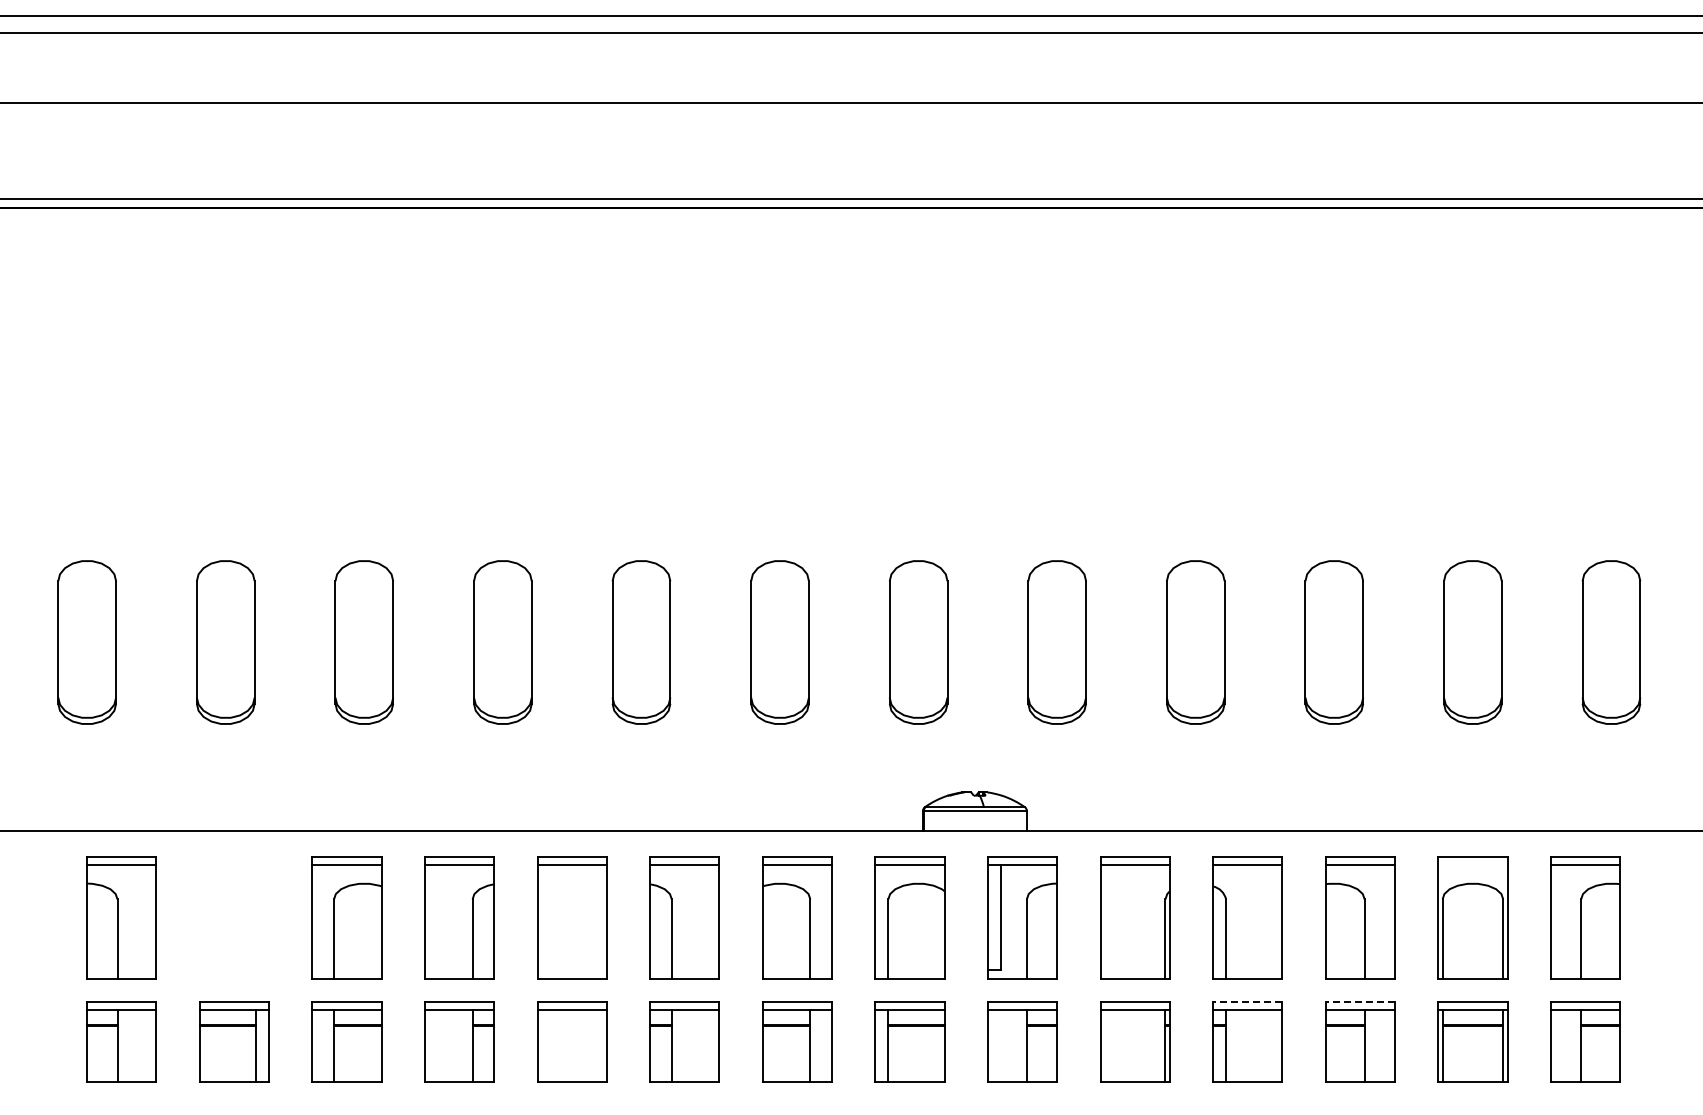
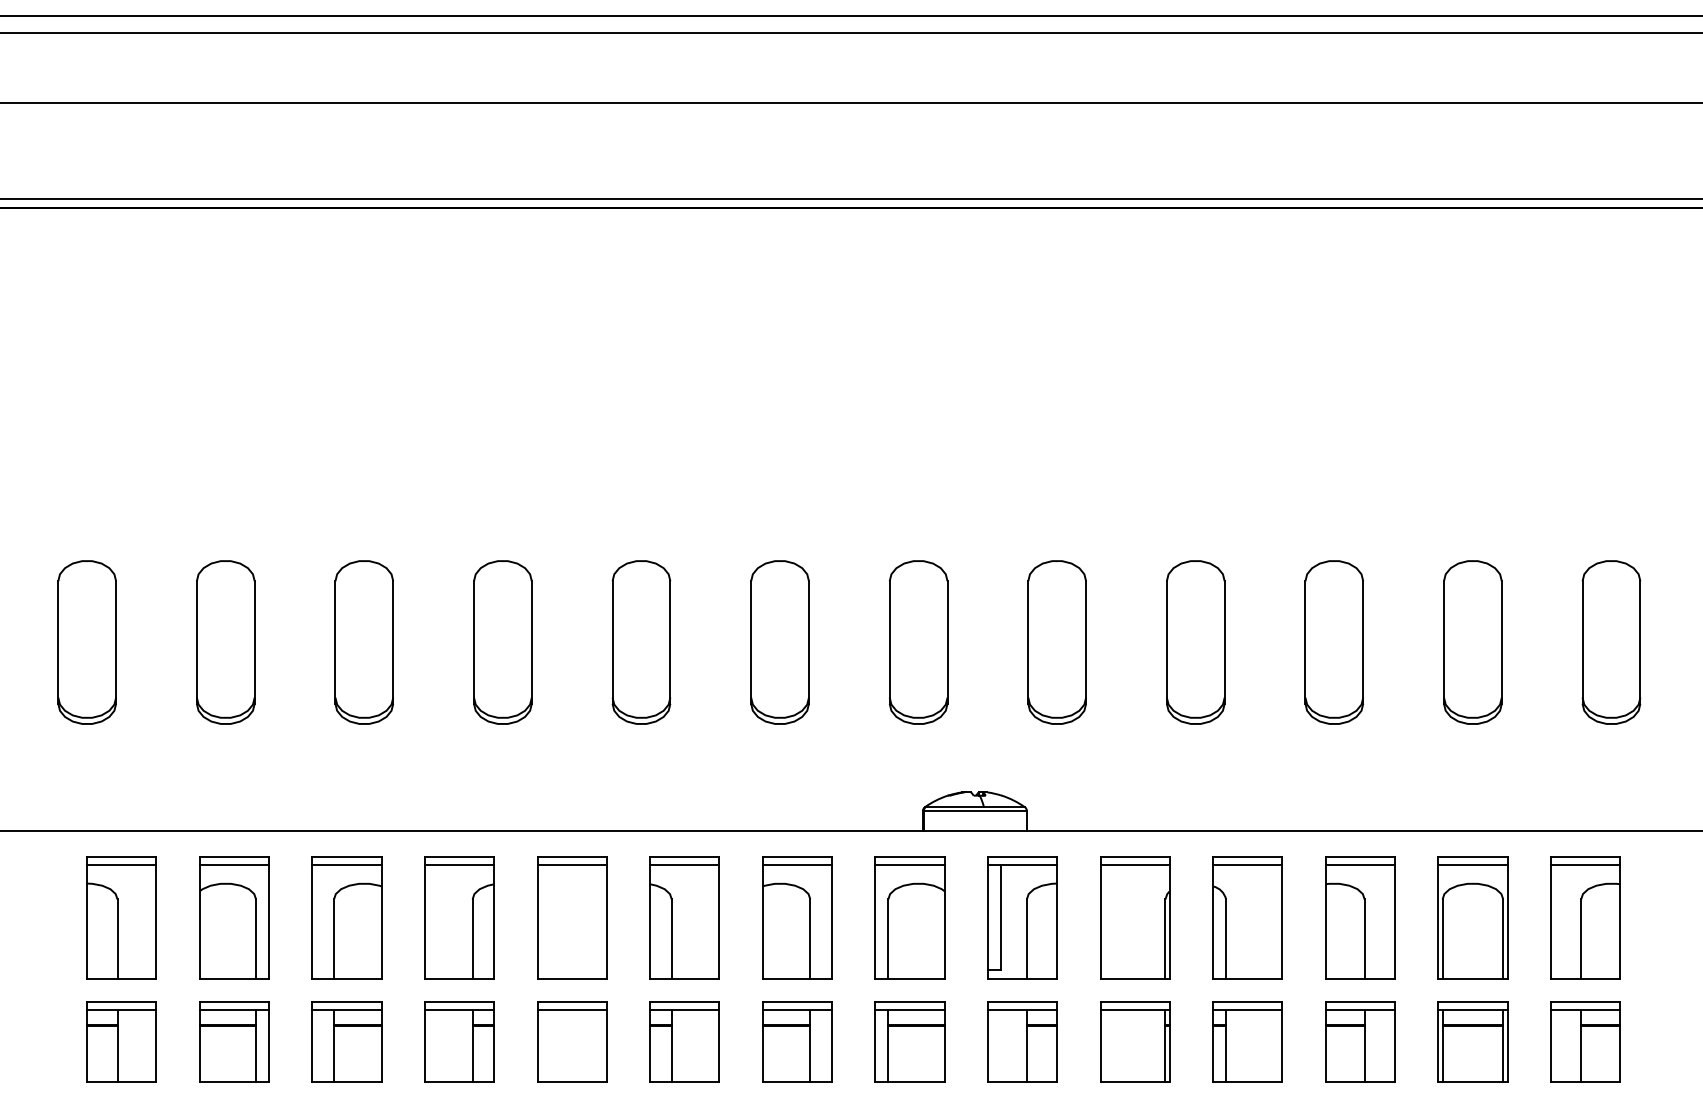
line at (1472, 865): none -> present
part at (234, 917): none -> present
line at (1247, 1002): dashed -> solid
line at (1360, 1002): dashed -> solid
